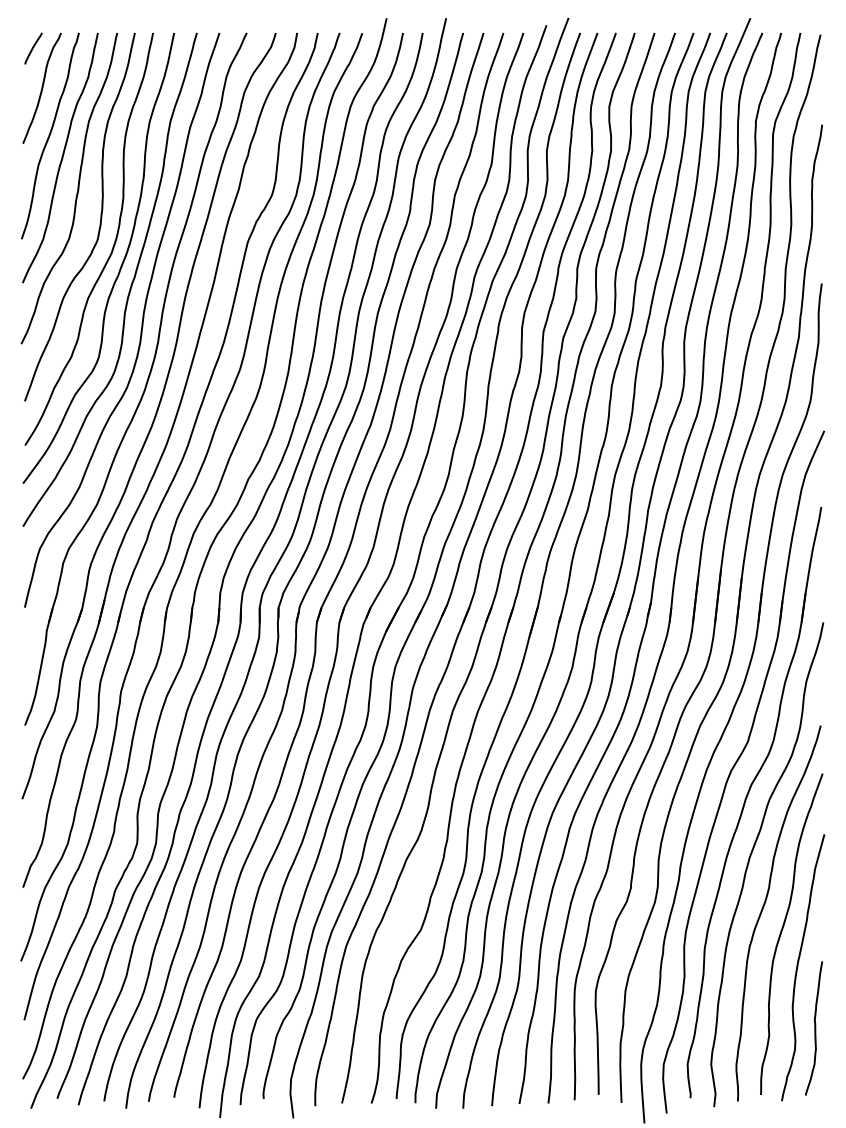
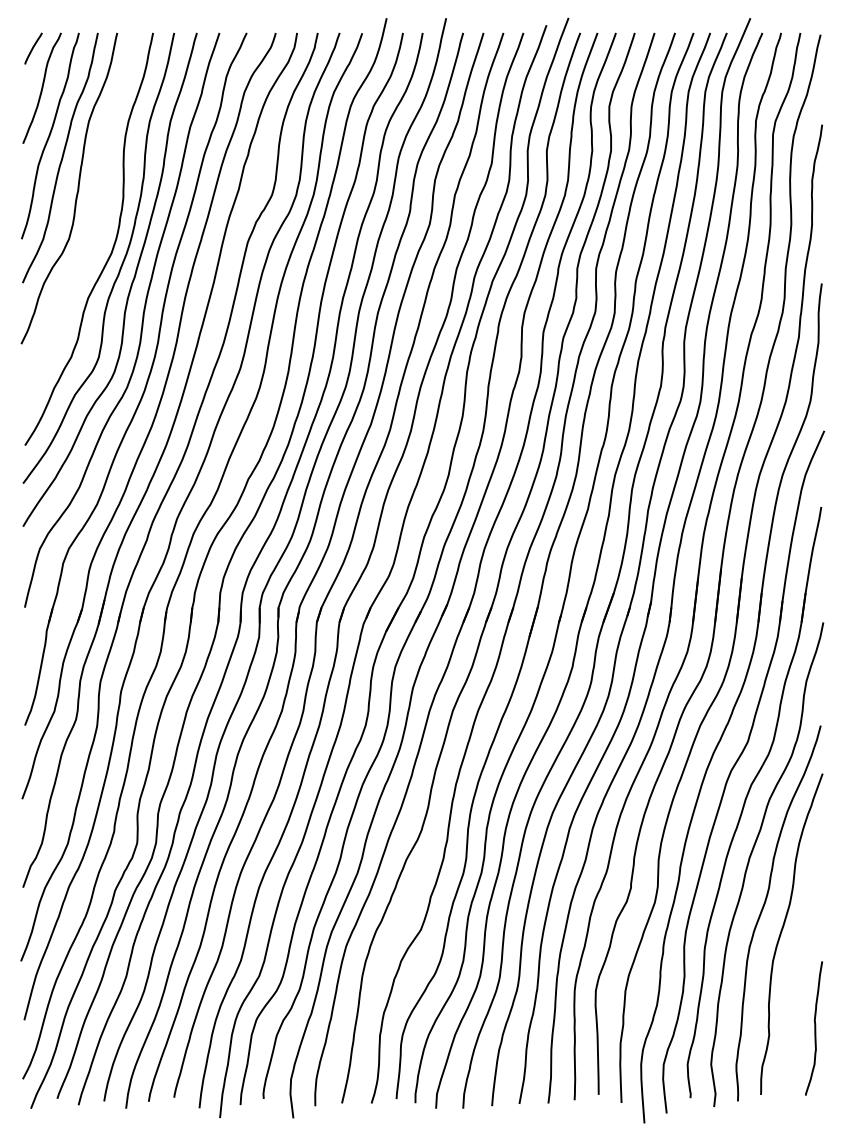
curve at (100, 216): present -> none
curve at (798, 967): present -> none
